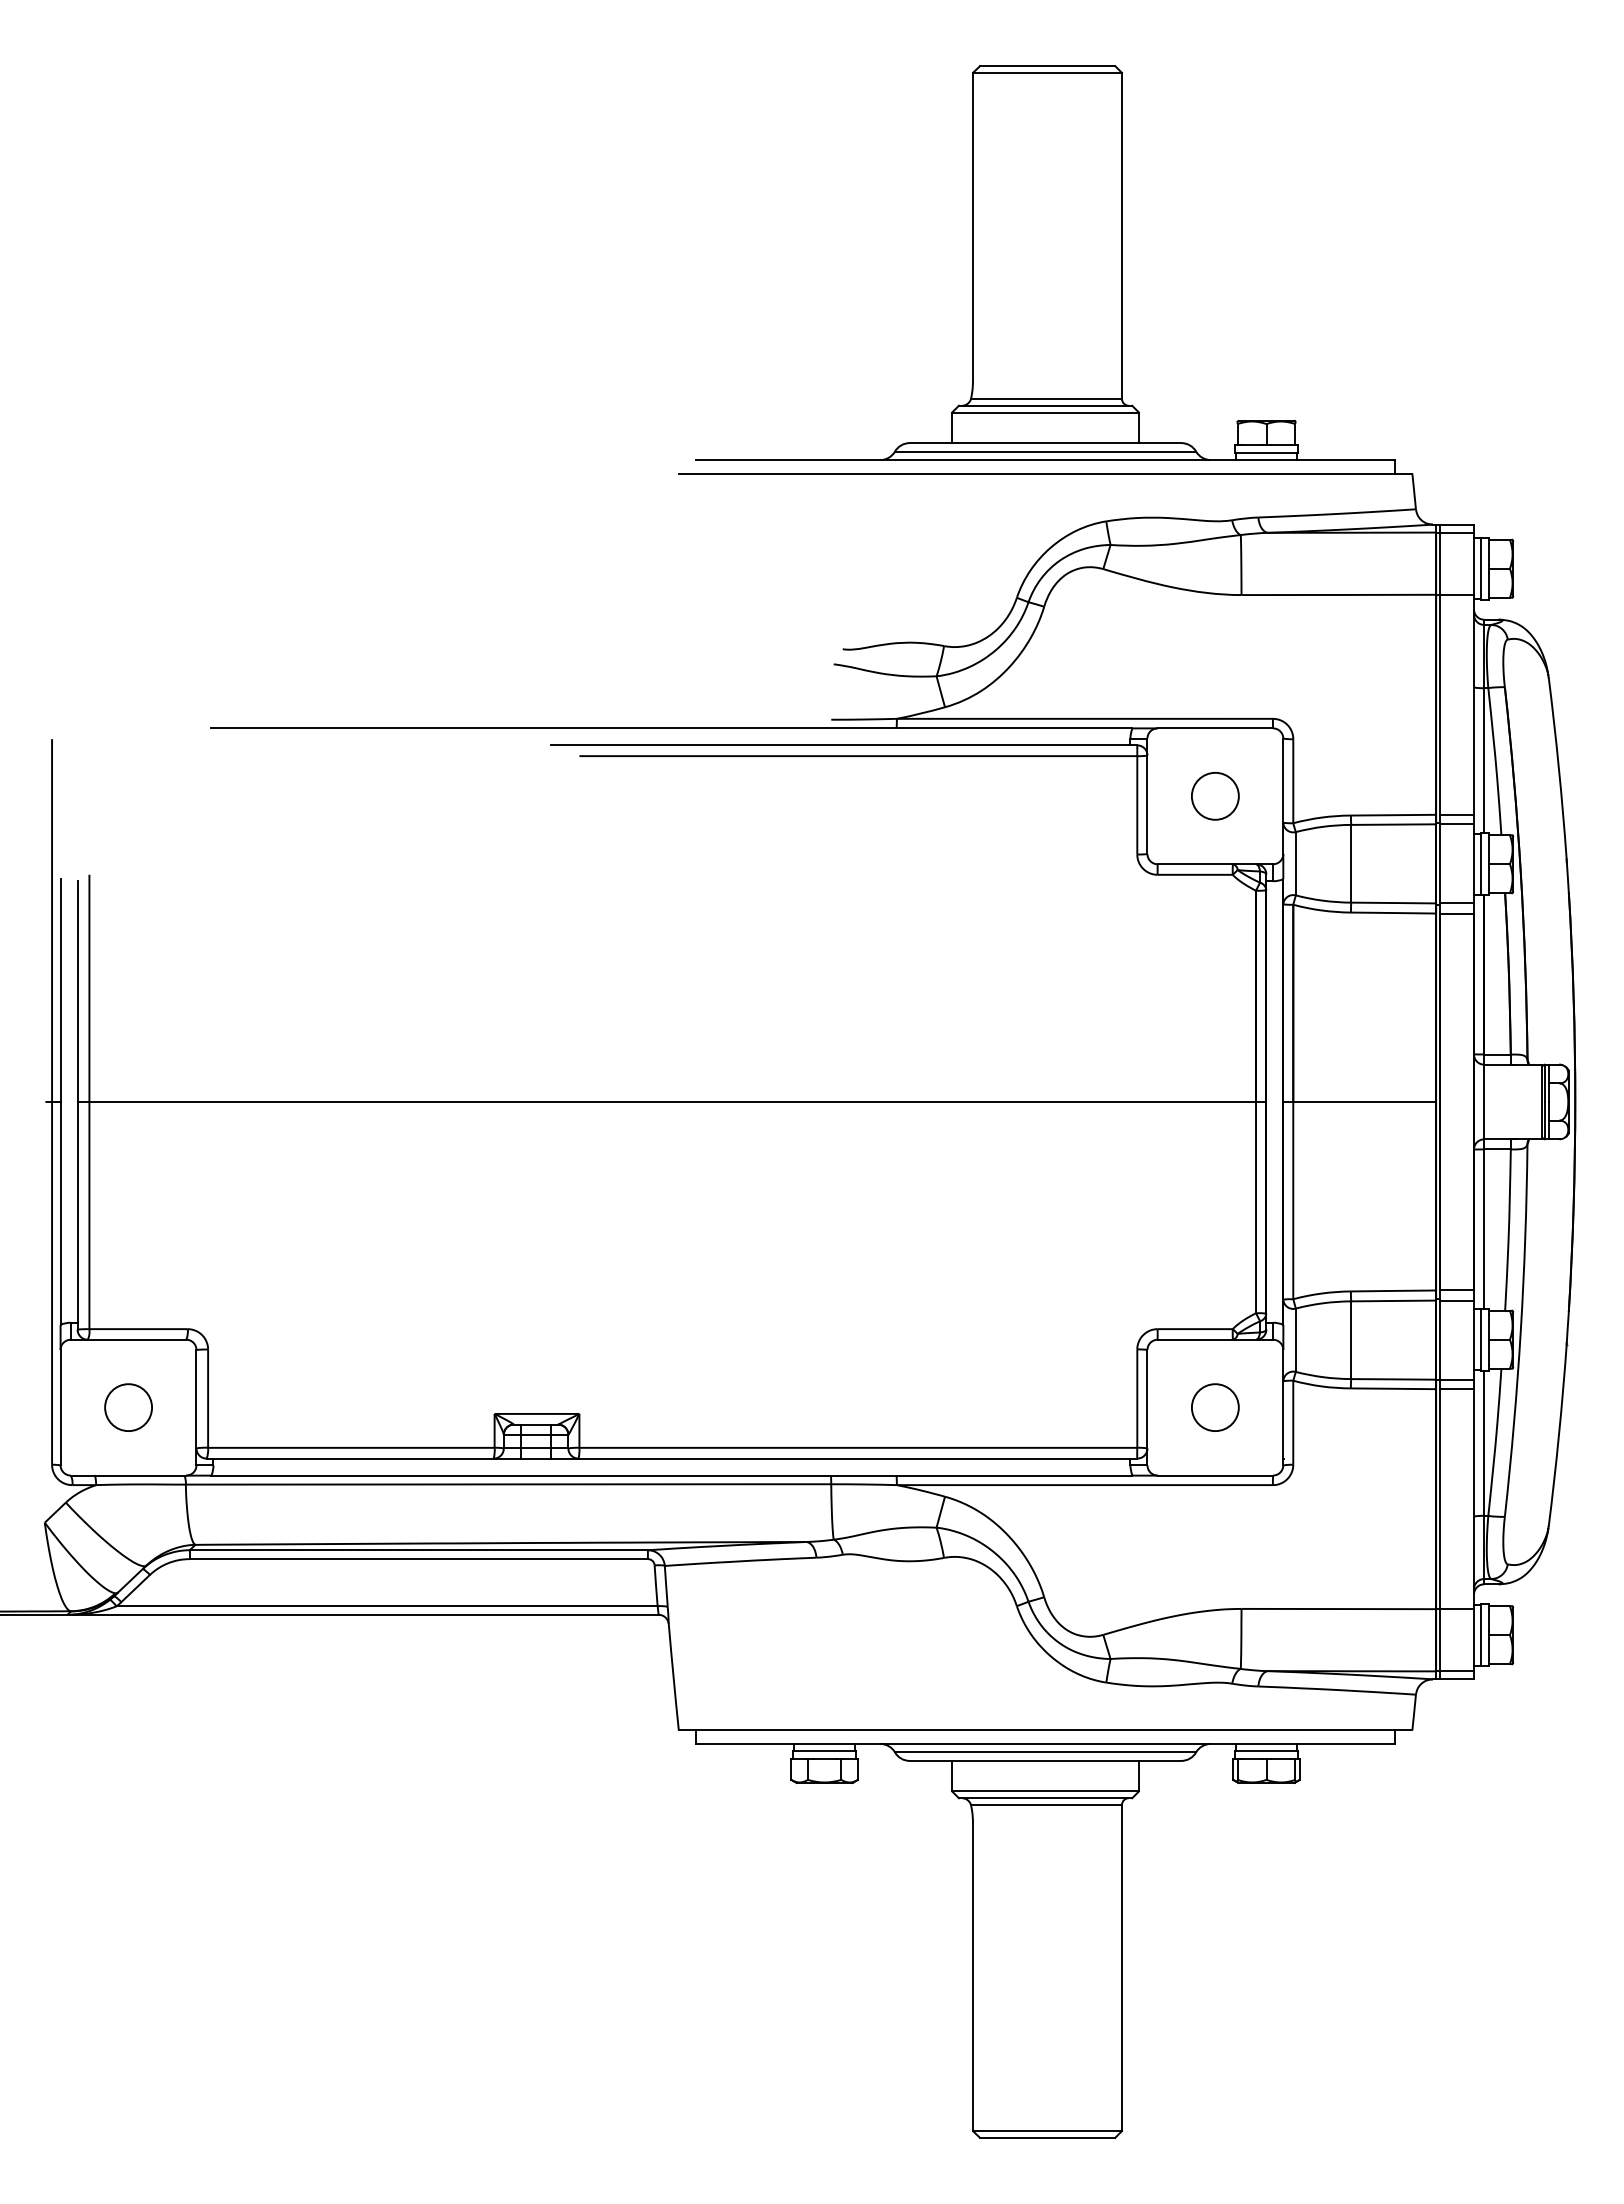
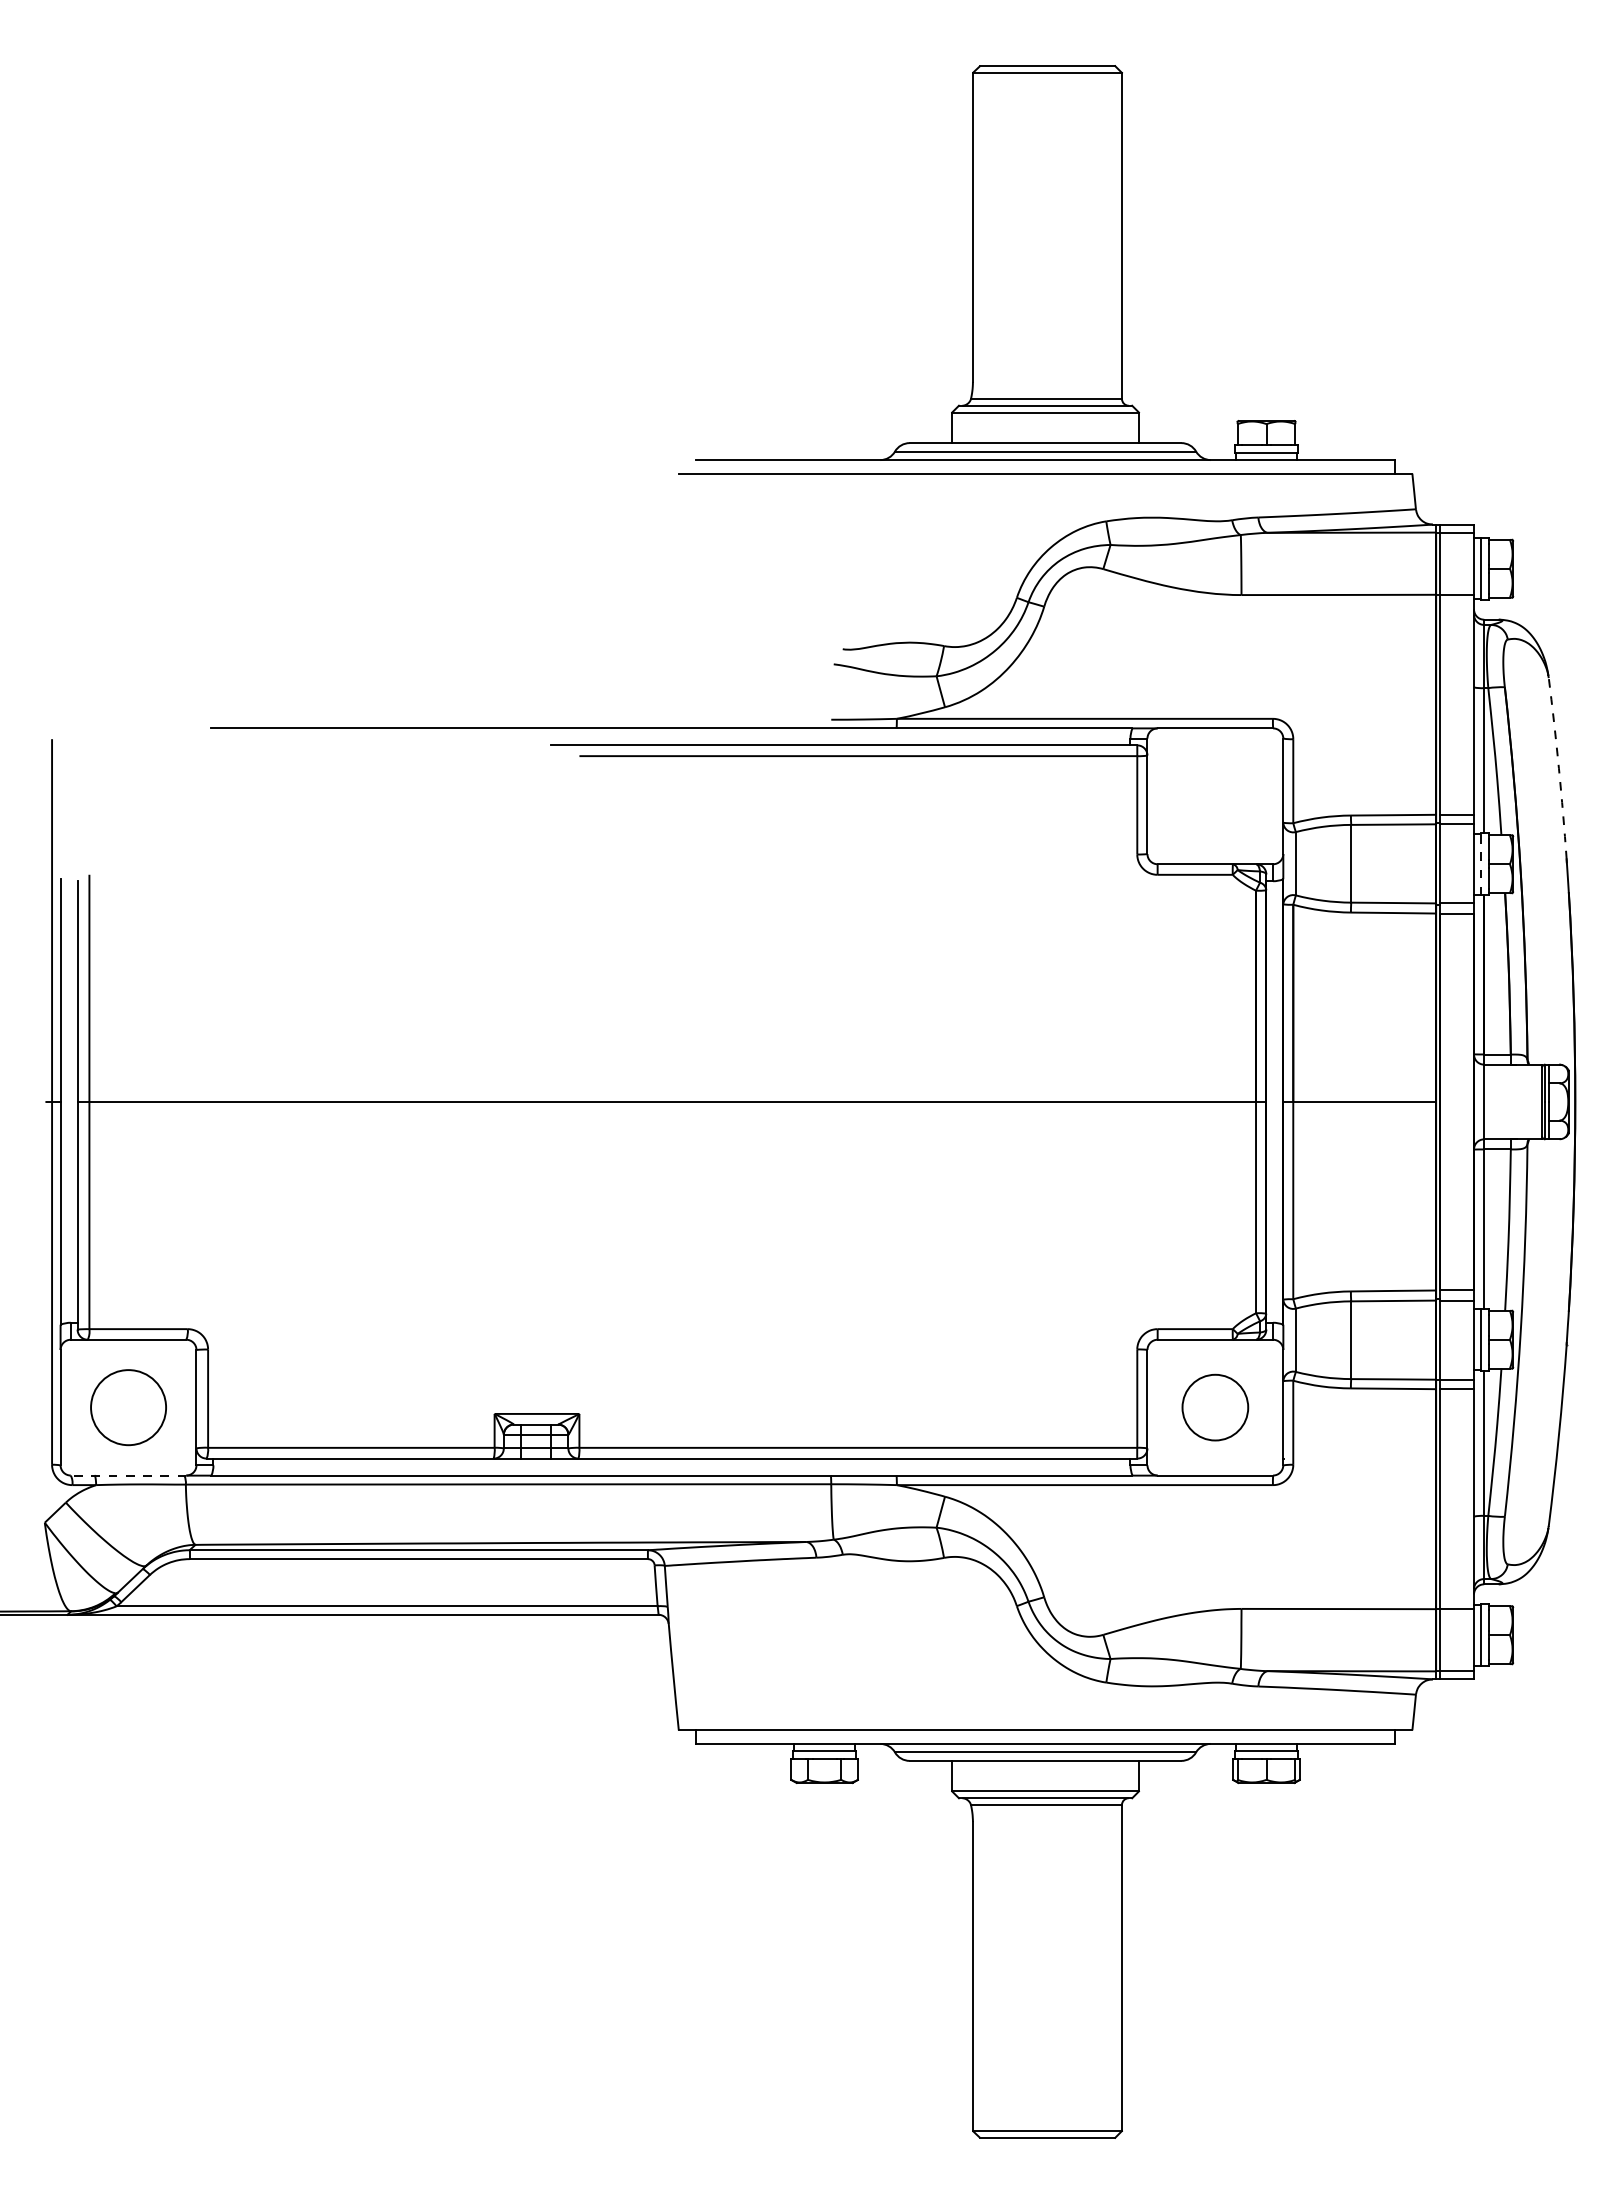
arc at (1558, 768): solid -> dashed
circle at (1215, 796): present -> none
line at (1480, 863): solid -> dashed
circle at (128, 1407) diameter: 47 px -> 75 px
circle at (1214, 1407) diameter: 47 px -> 66 px
line at (128, 1475): solid -> dashed
